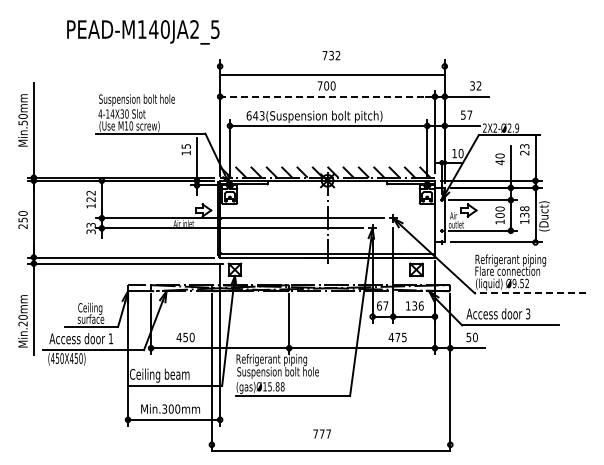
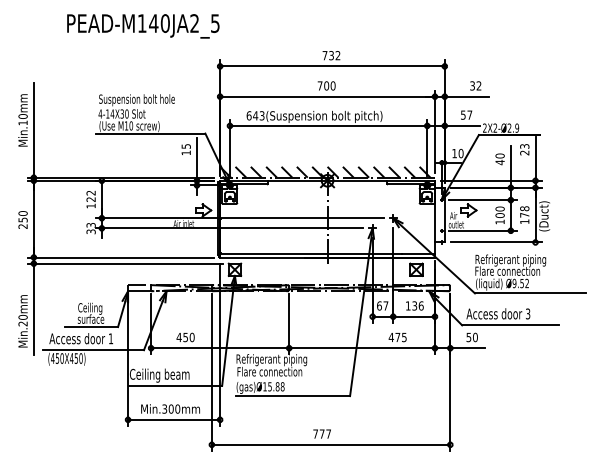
text at (143, 32) position: (143, 32) -> (143, 26)
line at (332, 75) position: (332, 75) -> (332, 66)
line at (327, 96): dashed -> solid
text at (22, 122): Min.50mm -> Min.10mm
text at (524, 214): 138 -> 178
line at (529, 293): dashed -> solid
text at (277, 372): Suspension bolt hole -> Flare connection
line at (330, 450) position: (330, 450) -> (330, 444)
